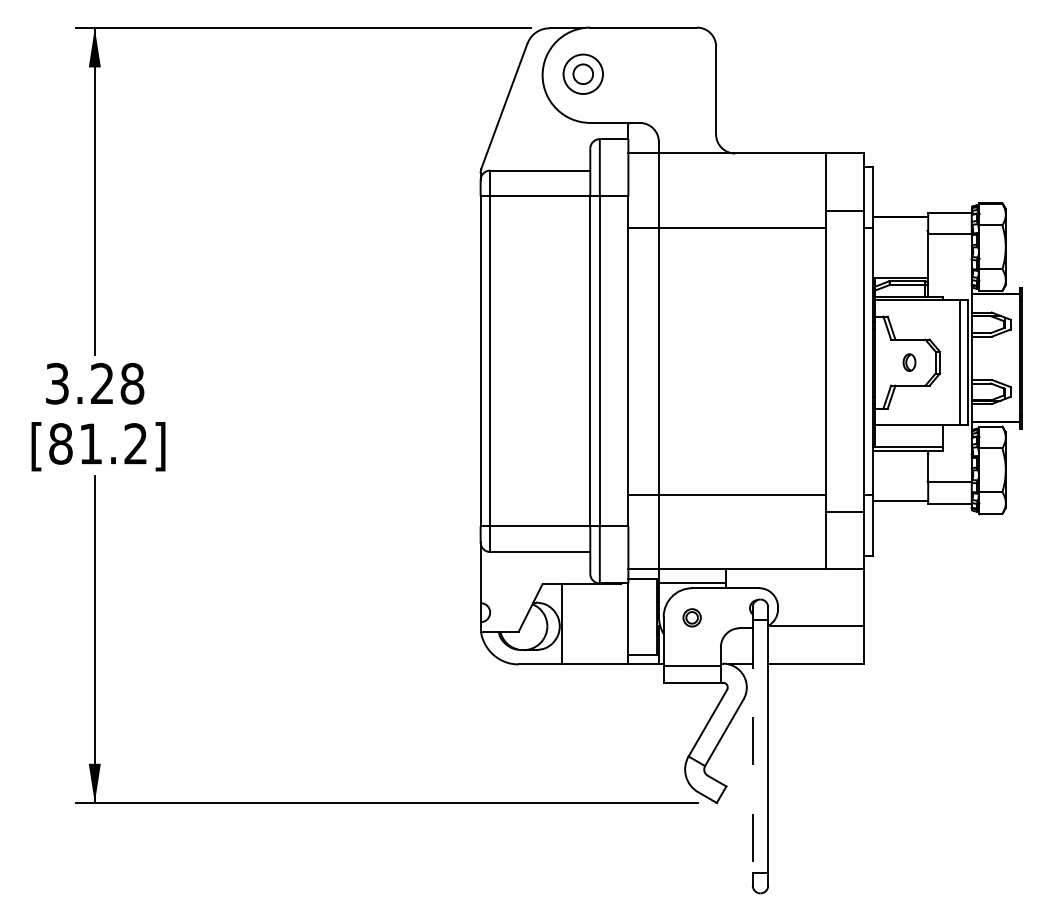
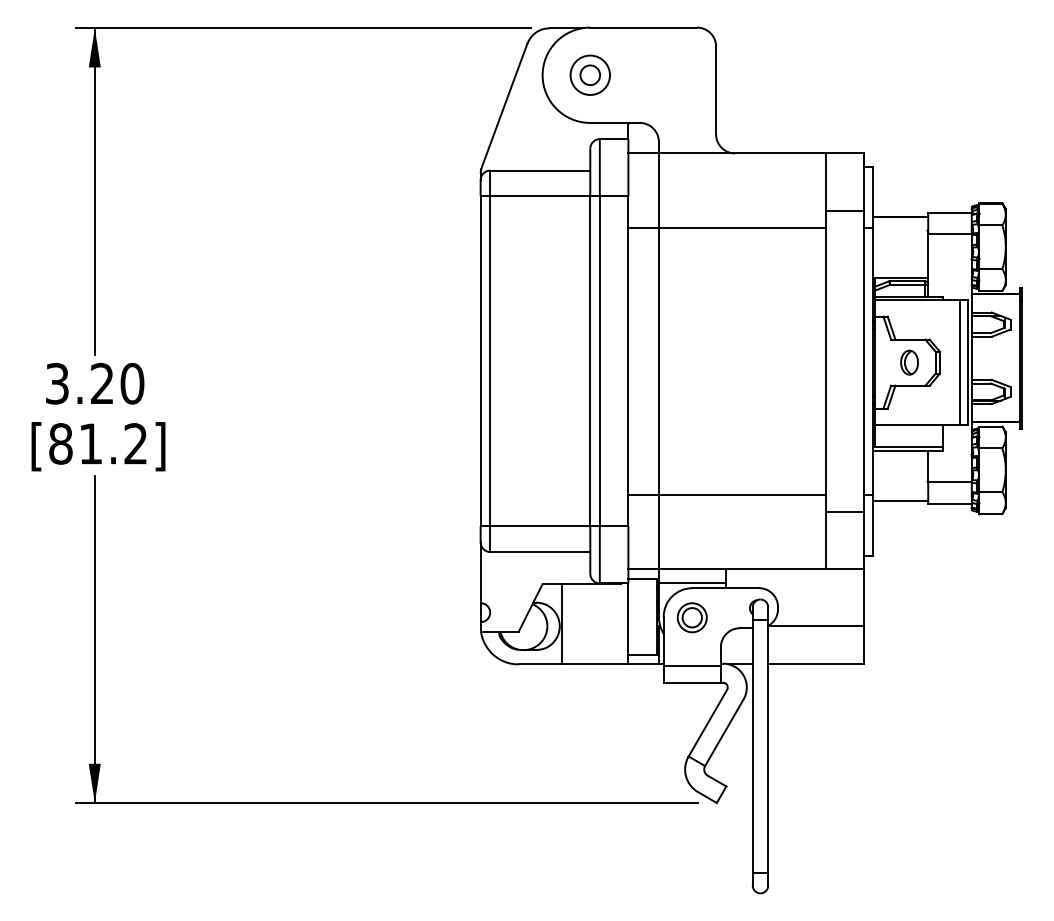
part at (582, 73) position: (582, 73) -> (589, 74)
part at (909, 362) size: 15x19 px -> 19x27 px
text at (132, 383): 3.28 -> 3.20
part at (691, 617) size: 20x20 px -> 32x32 px
line at (752, 746): dashed -> solid
